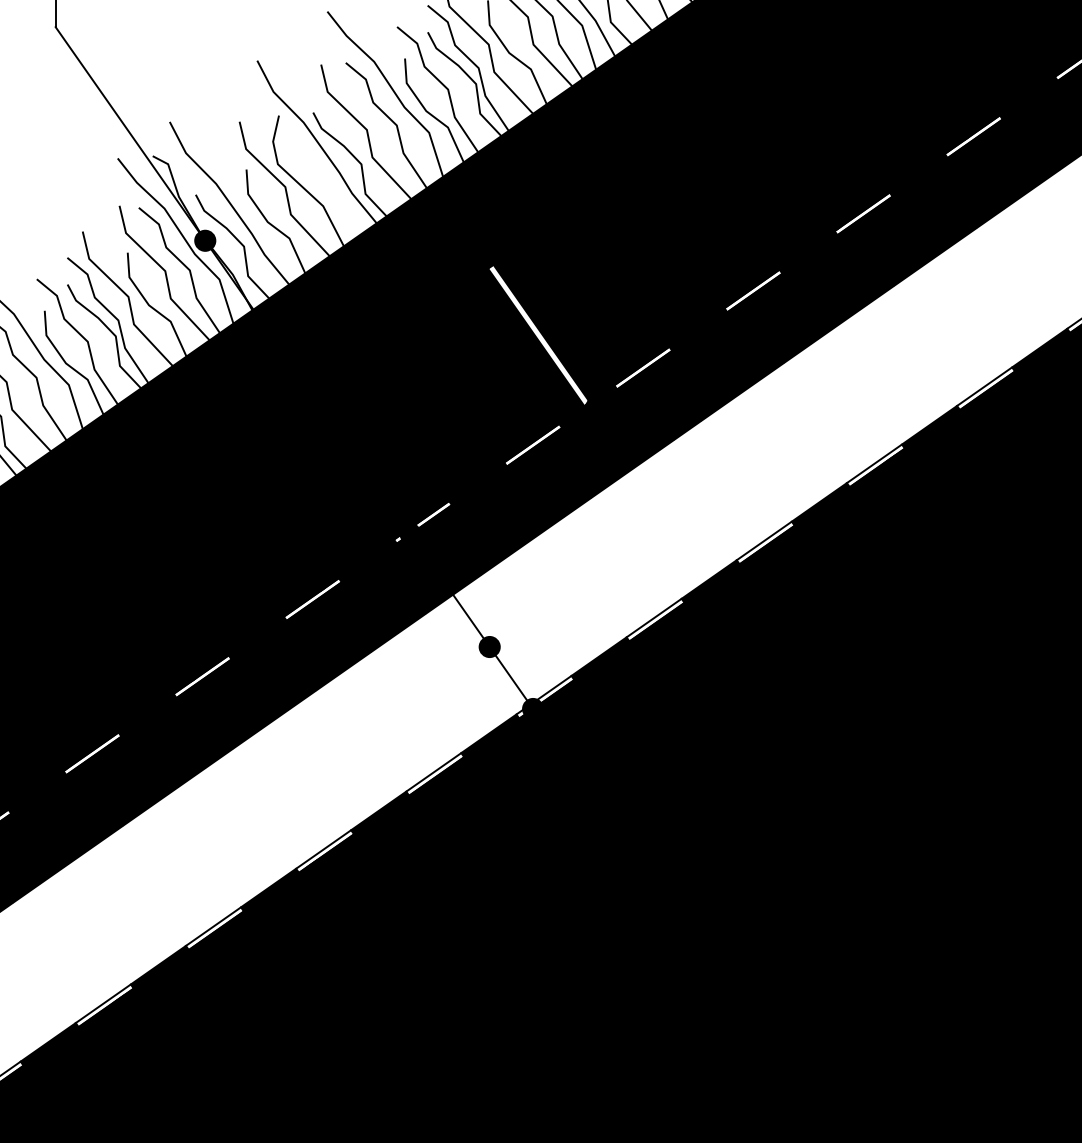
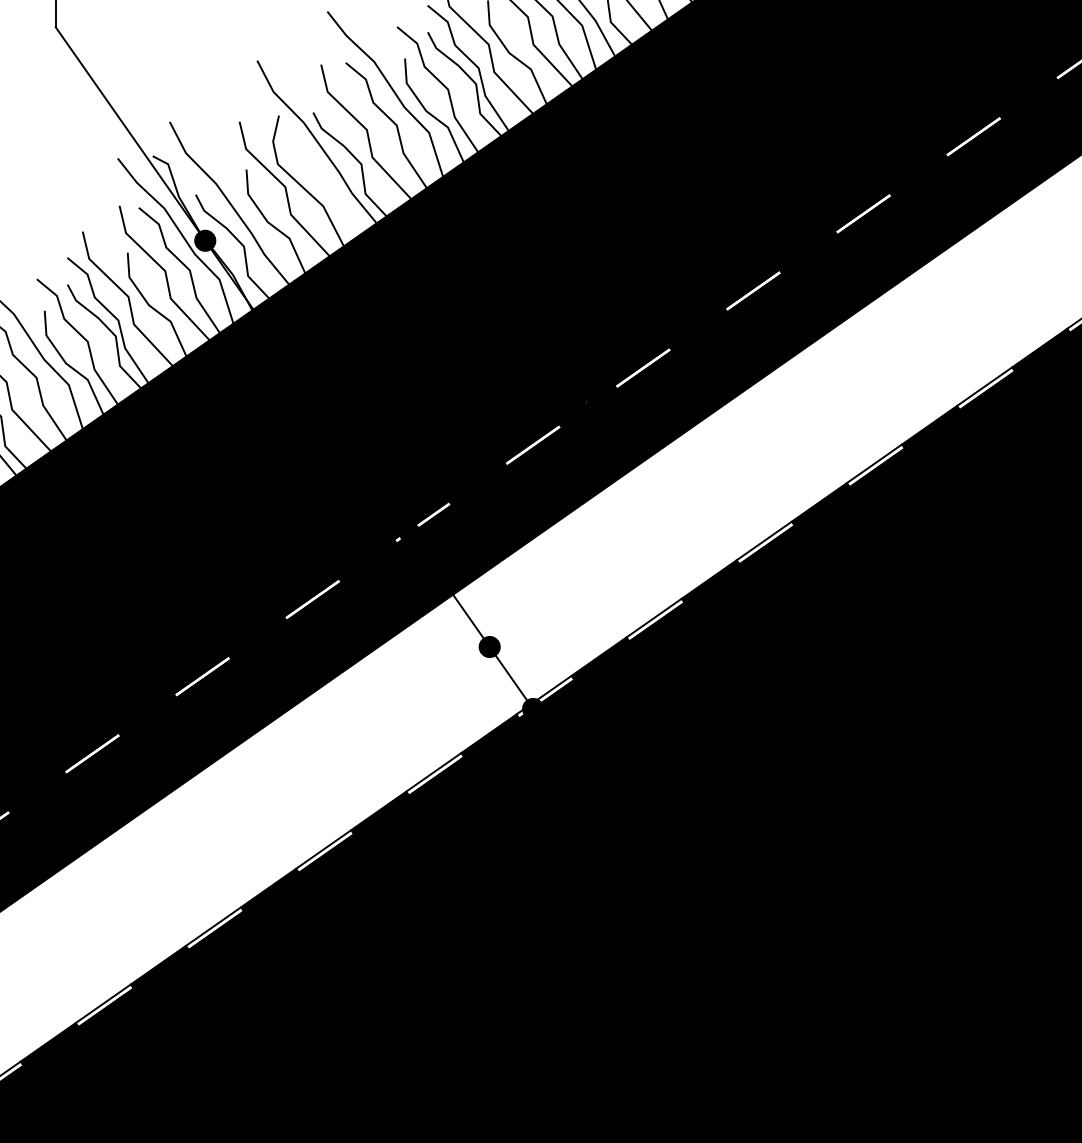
fill at (537, 334): none -> present
